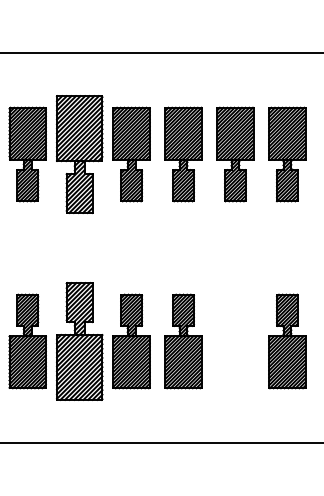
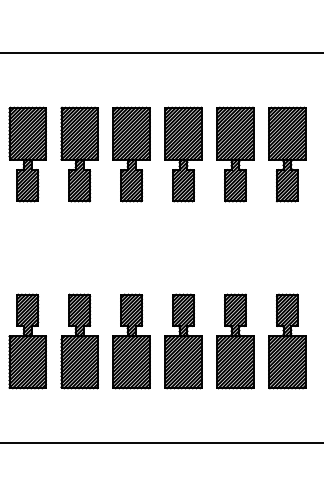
part at (79, 154) size: 49x119 px -> 39x97 px
part at (79, 341) size: 49x119 px -> 39x97 px
part at (235, 341): none -> present
